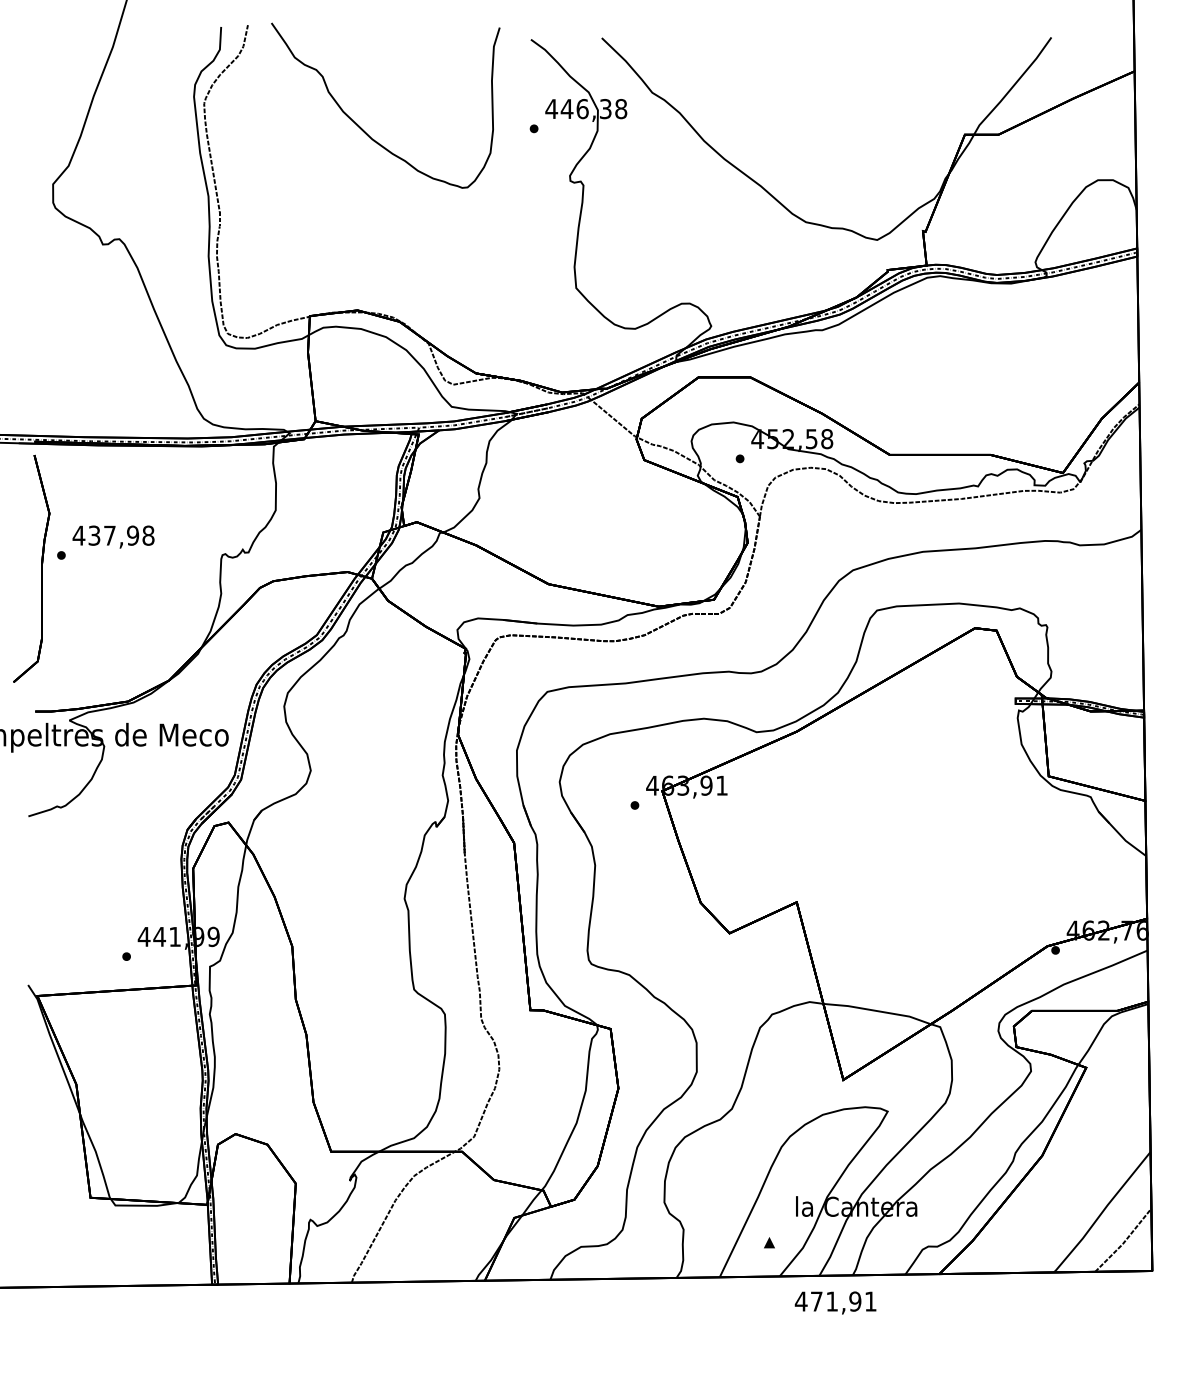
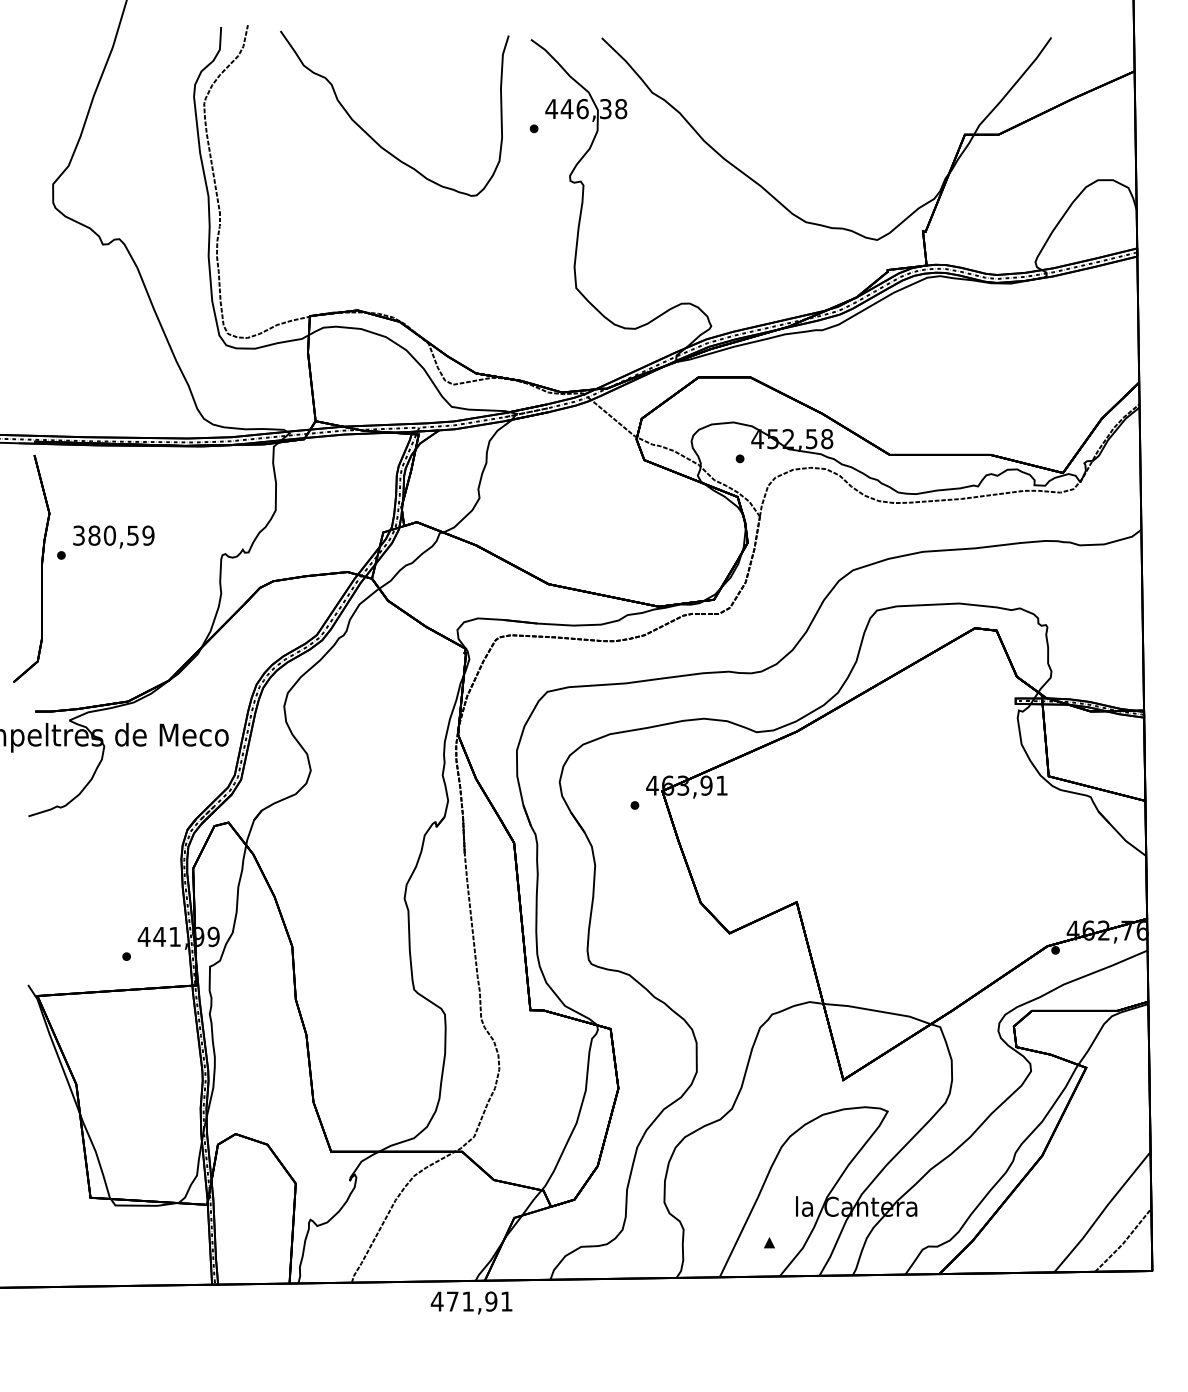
curve at (362, 128) position: (362, 128) -> (371, 136)
text at (113, 535): 437,98 -> 380,59
text at (835, 1302) position: (835, 1302) -> (471, 1302)
